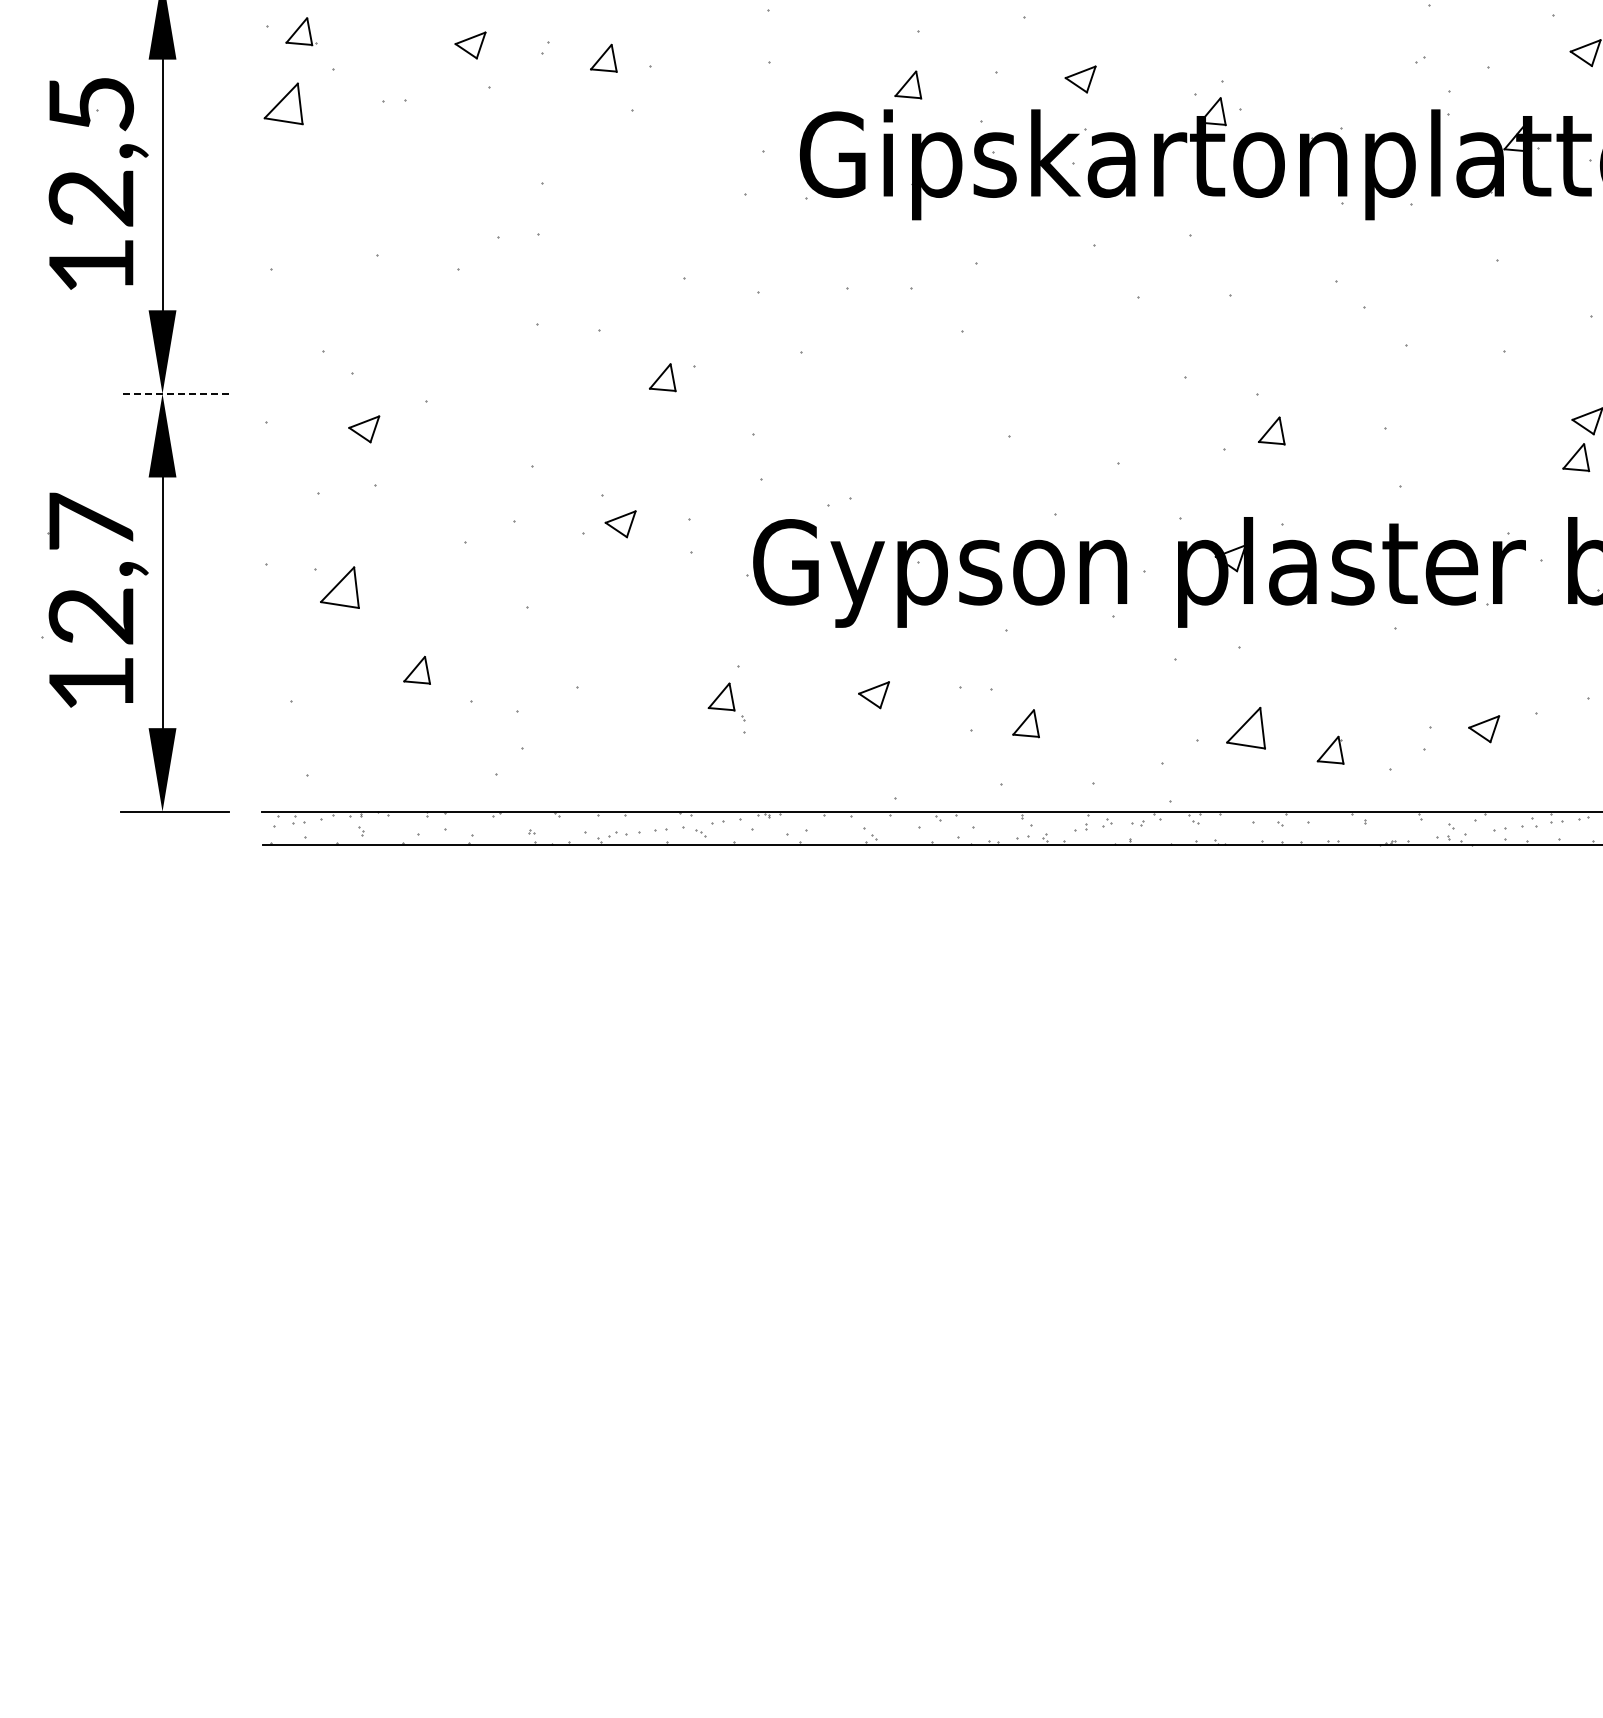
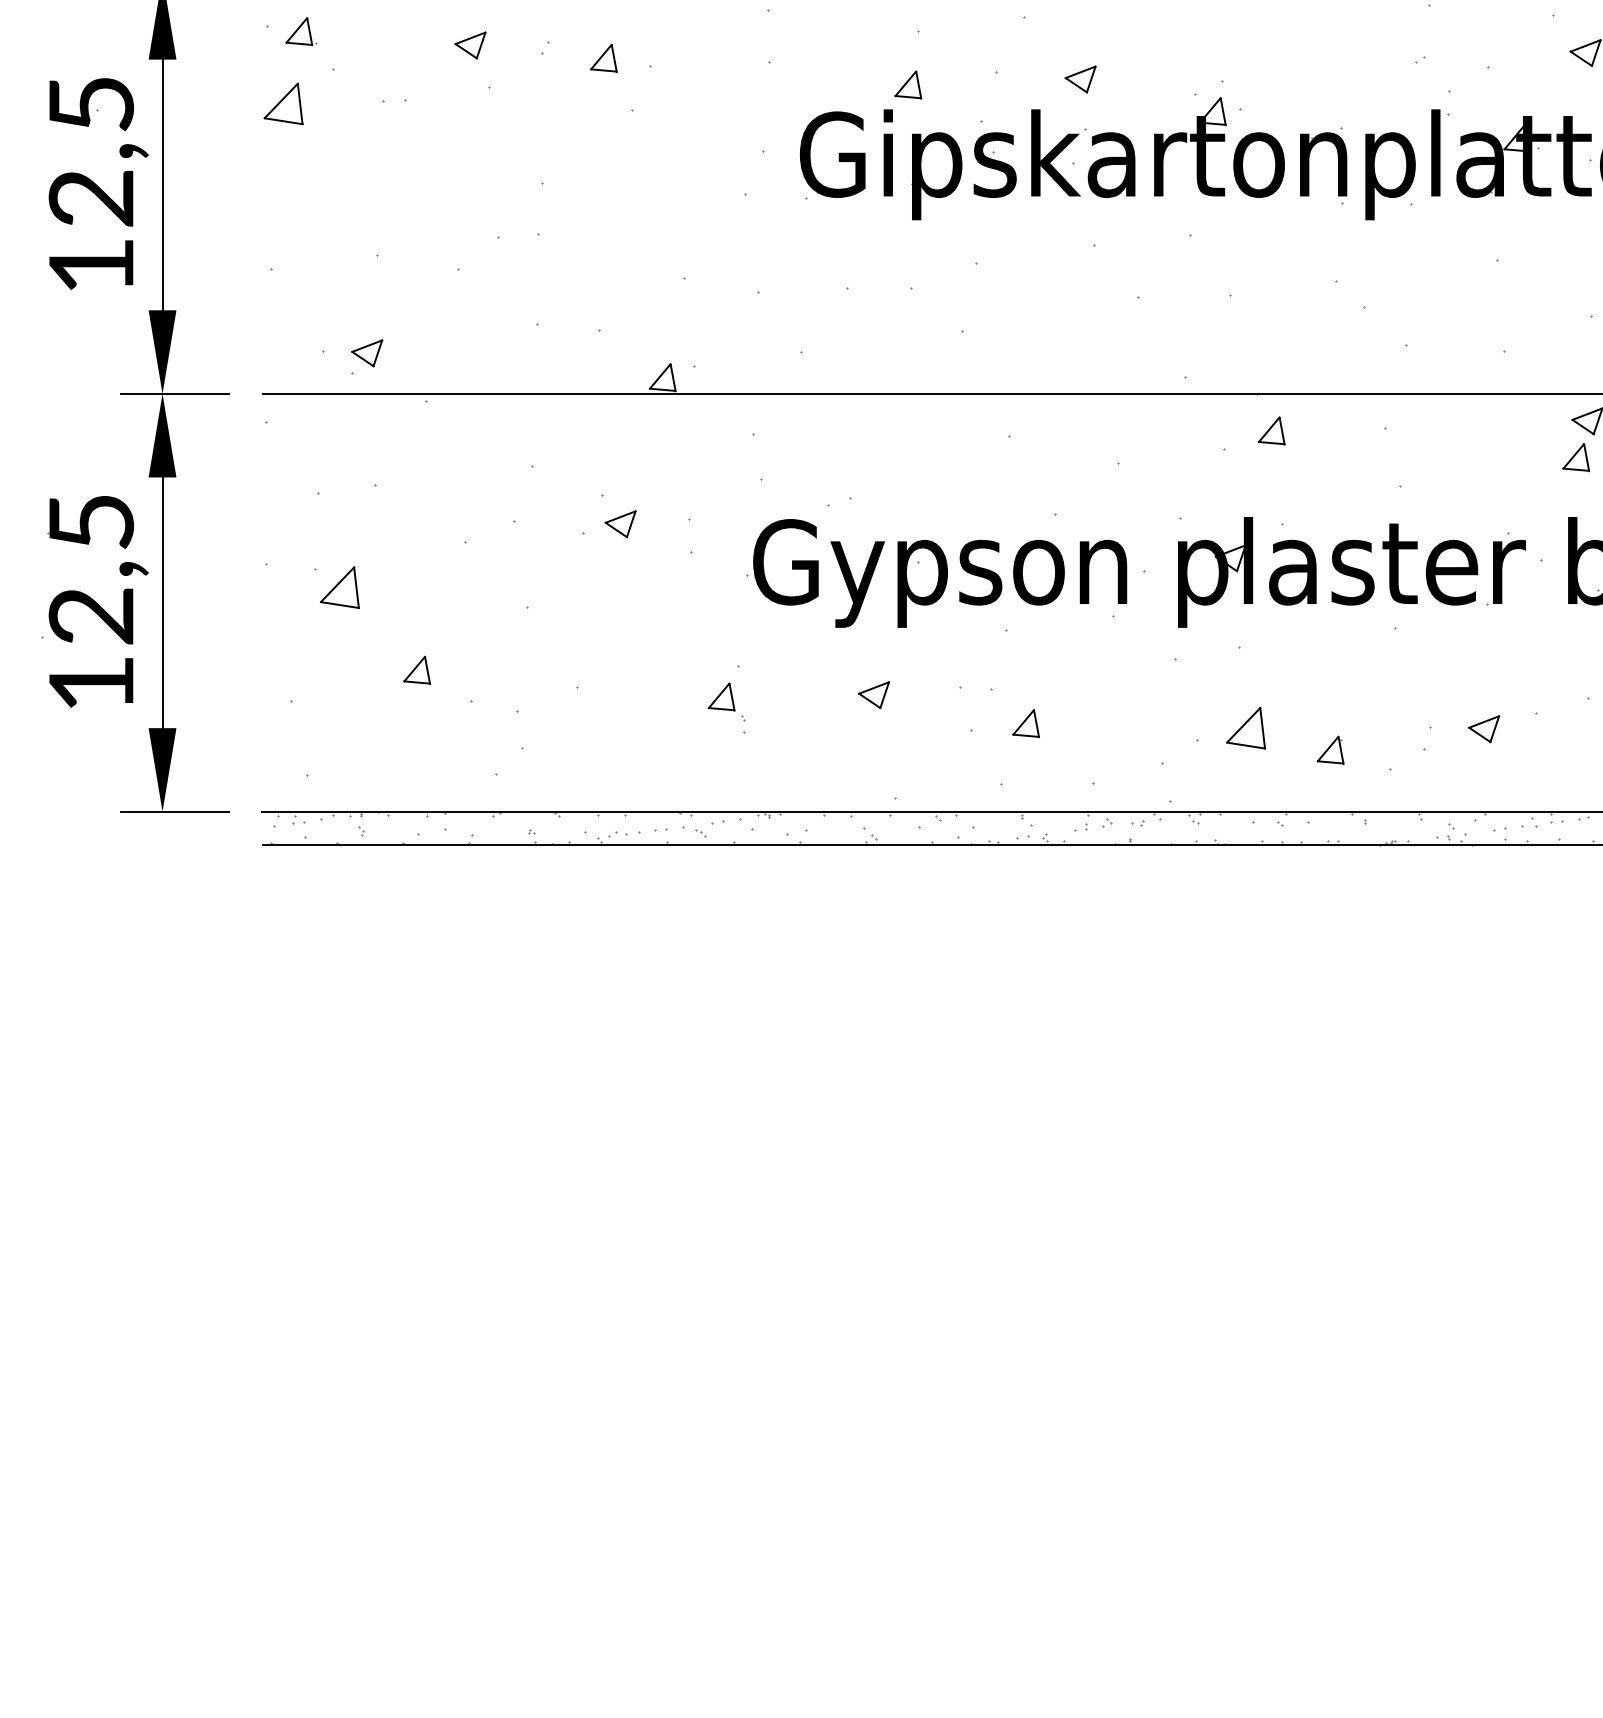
line at (174, 393): dashed -> solid
line at (930, 393): none -> present
part at (364, 429) position: (364, 429) -> (367, 353)
text at (91, 520): 12,7 -> 12,5
